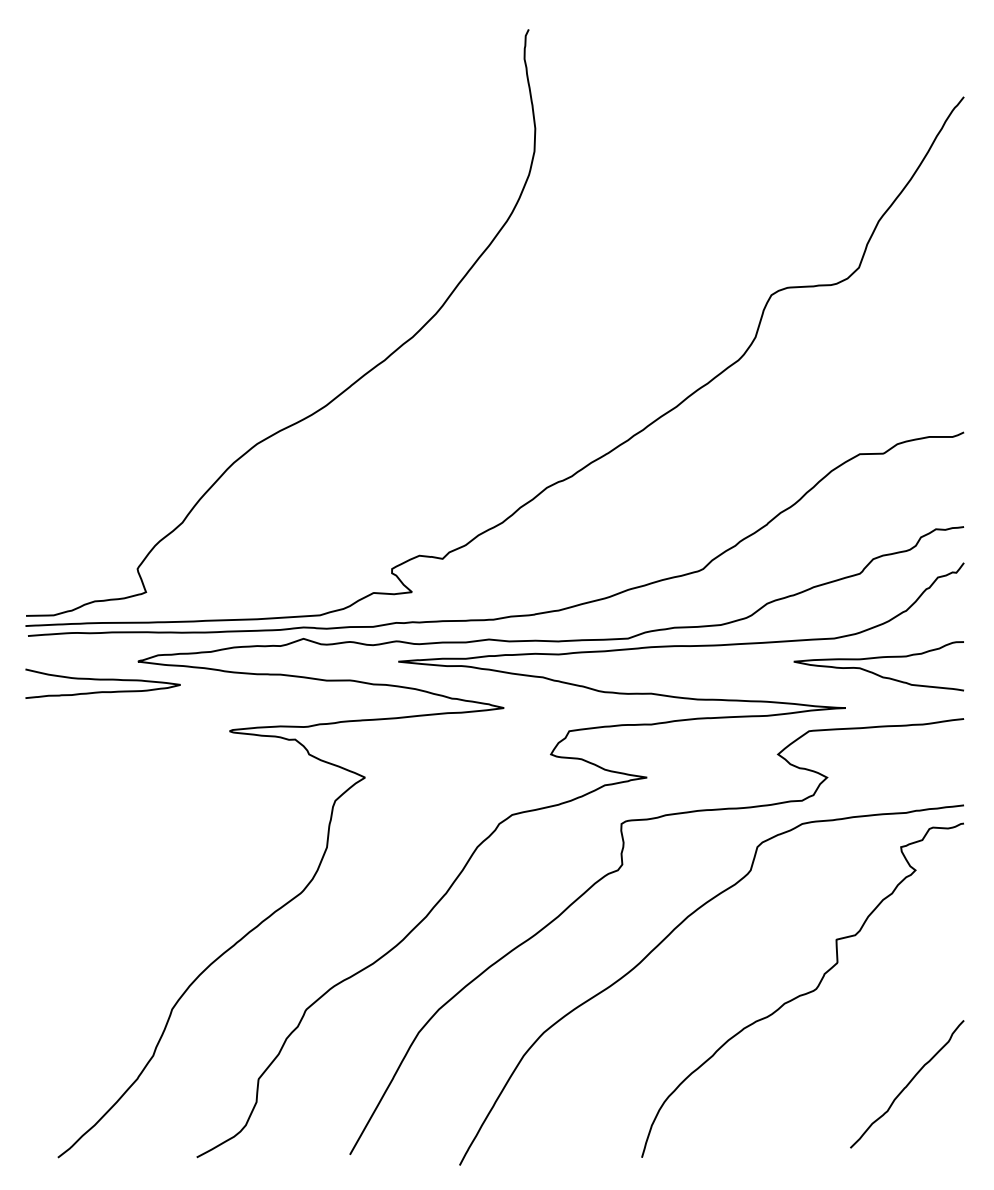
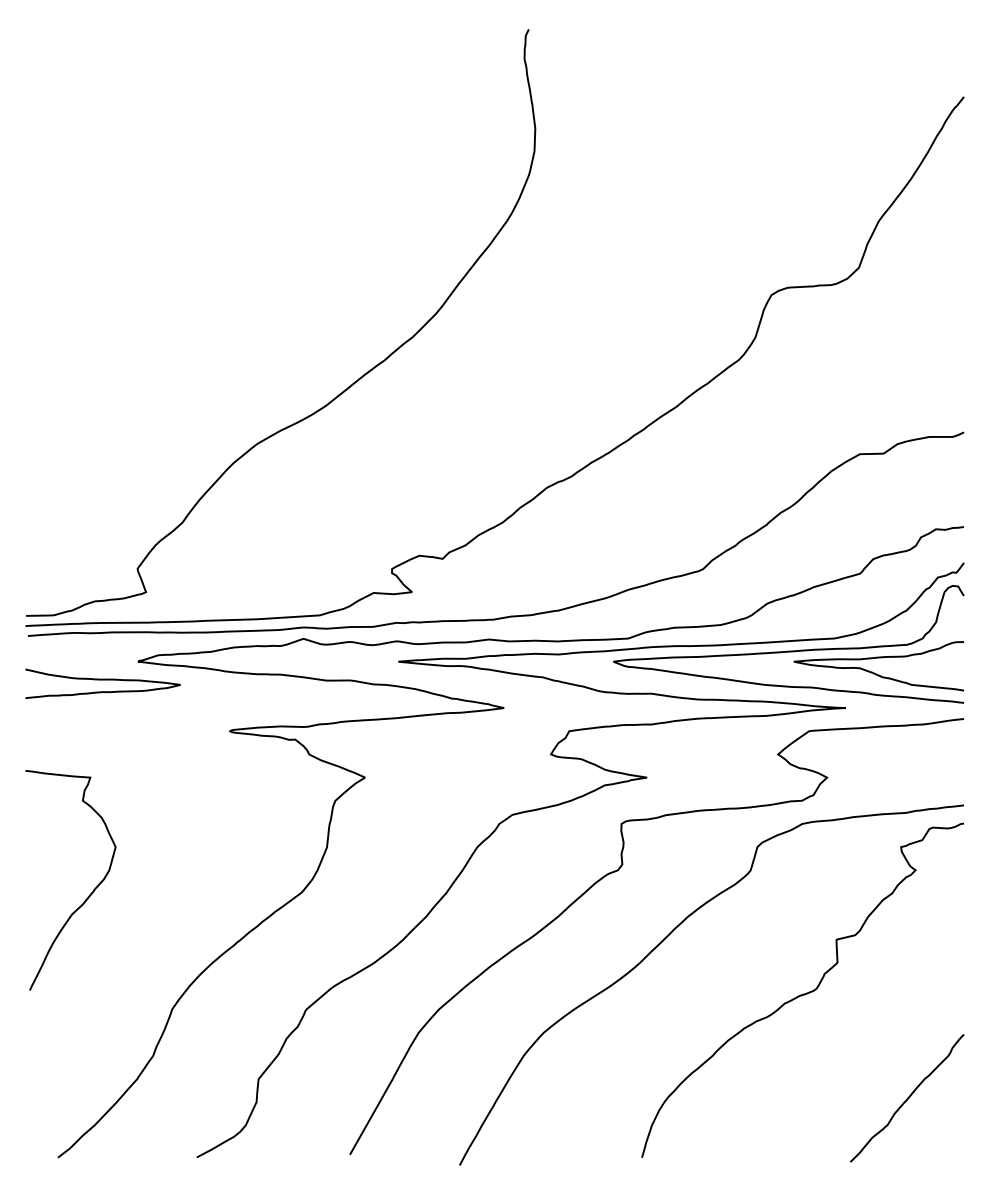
curve at (788, 650): none -> present
curve at (88, 895): none -> present
curve at (907, 1084) position: (907, 1084) -> (907, 1098)
